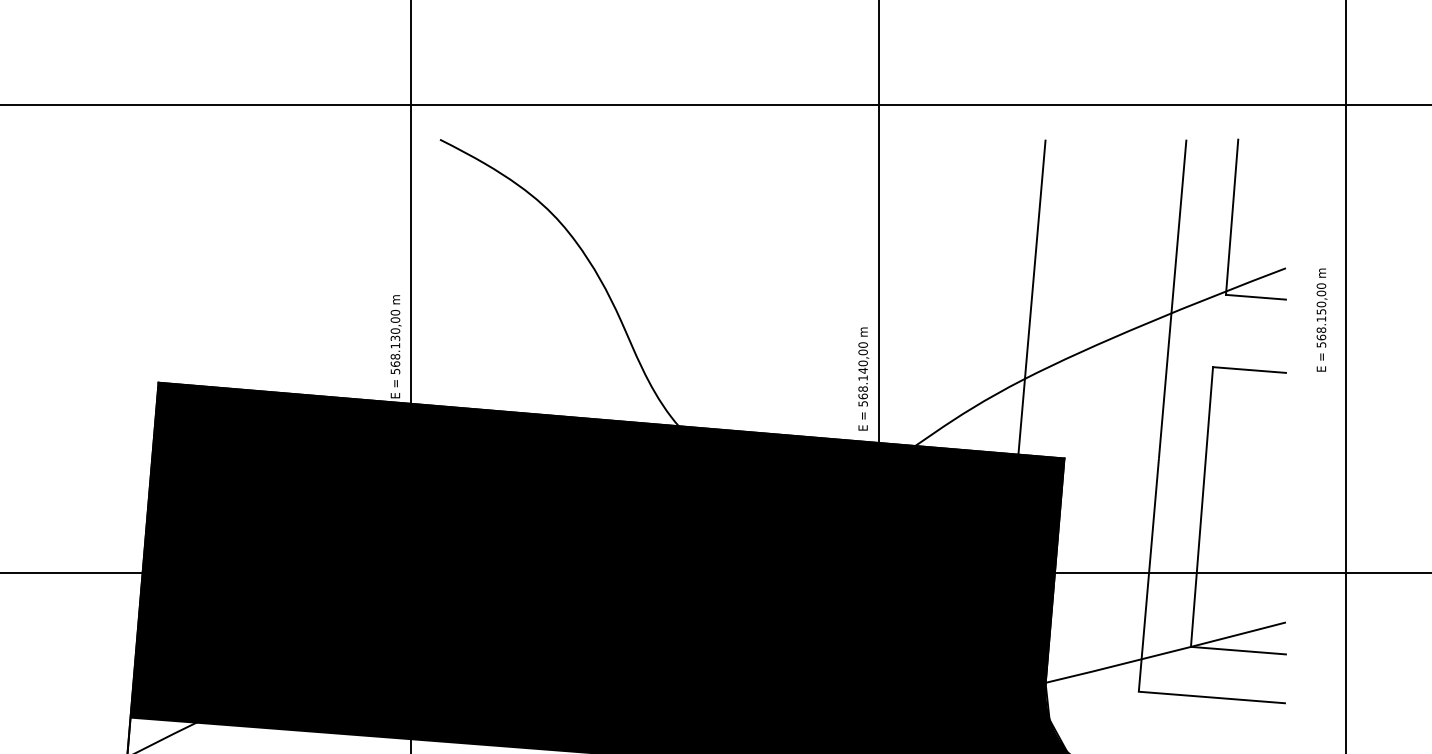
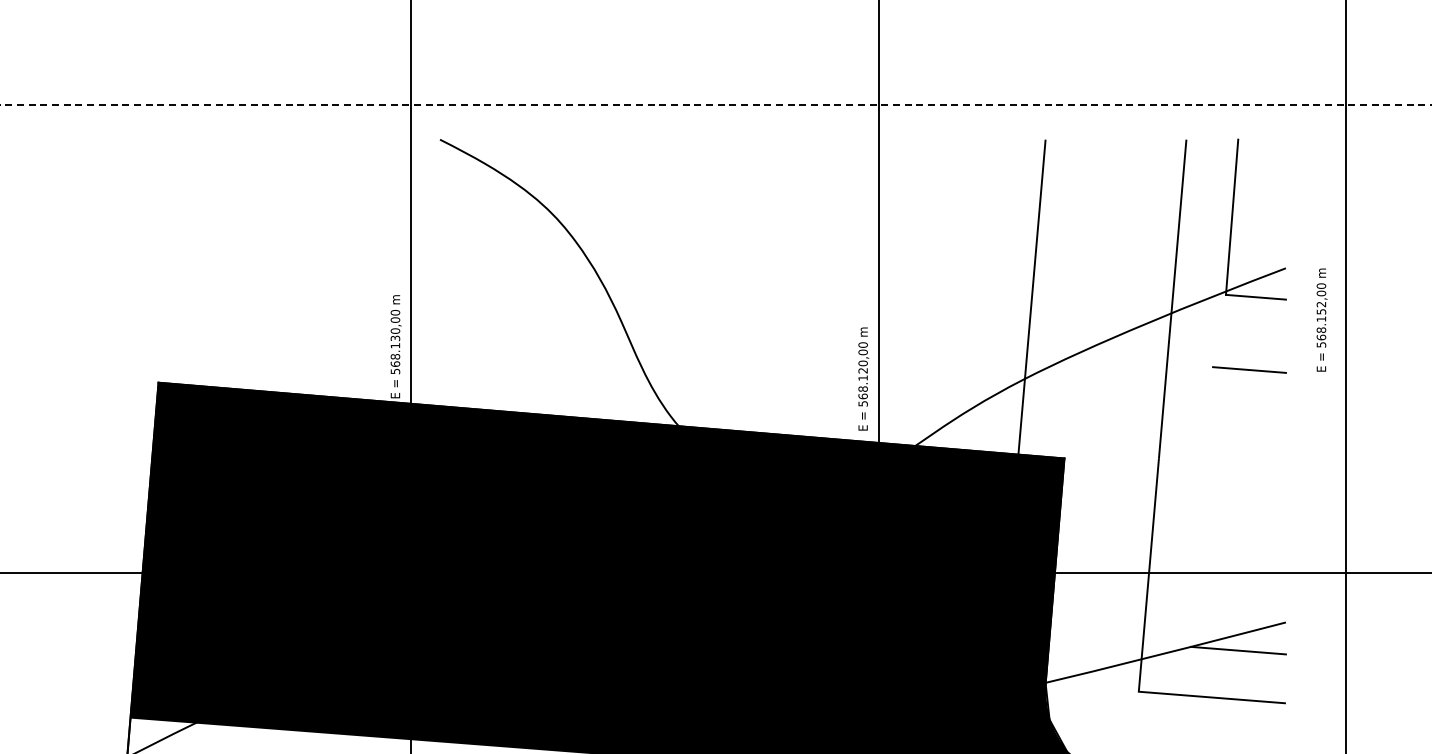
line at (715, 105): solid -> dashed
text at (1321, 304): 568.150,00 -> 568.152,00
text at (862, 370): 568.140,00 -> 568.120,00
line at (1201, 506): present -> none
